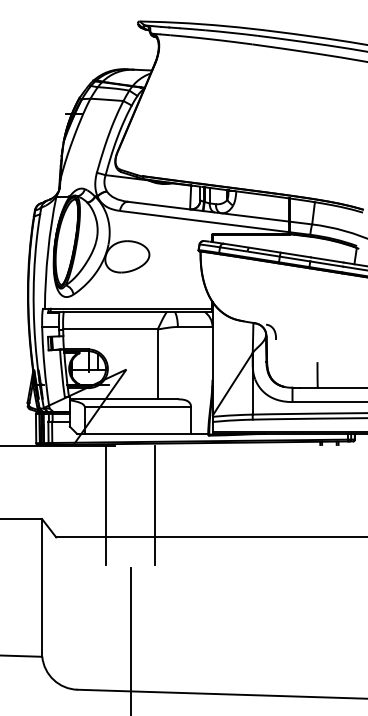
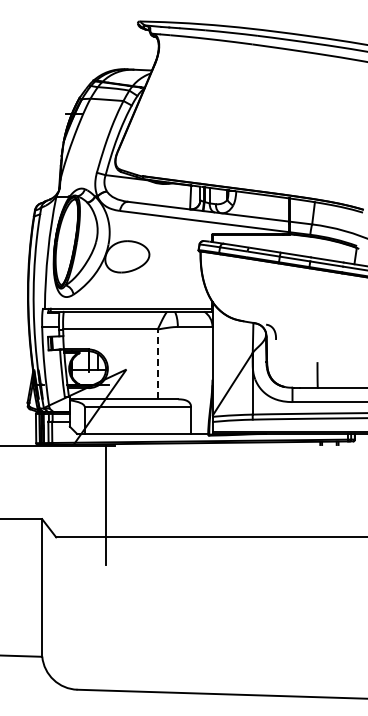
line at (157, 364): solid -> dashed
line at (155, 505): present -> none
line at (130, 640): present -> none
